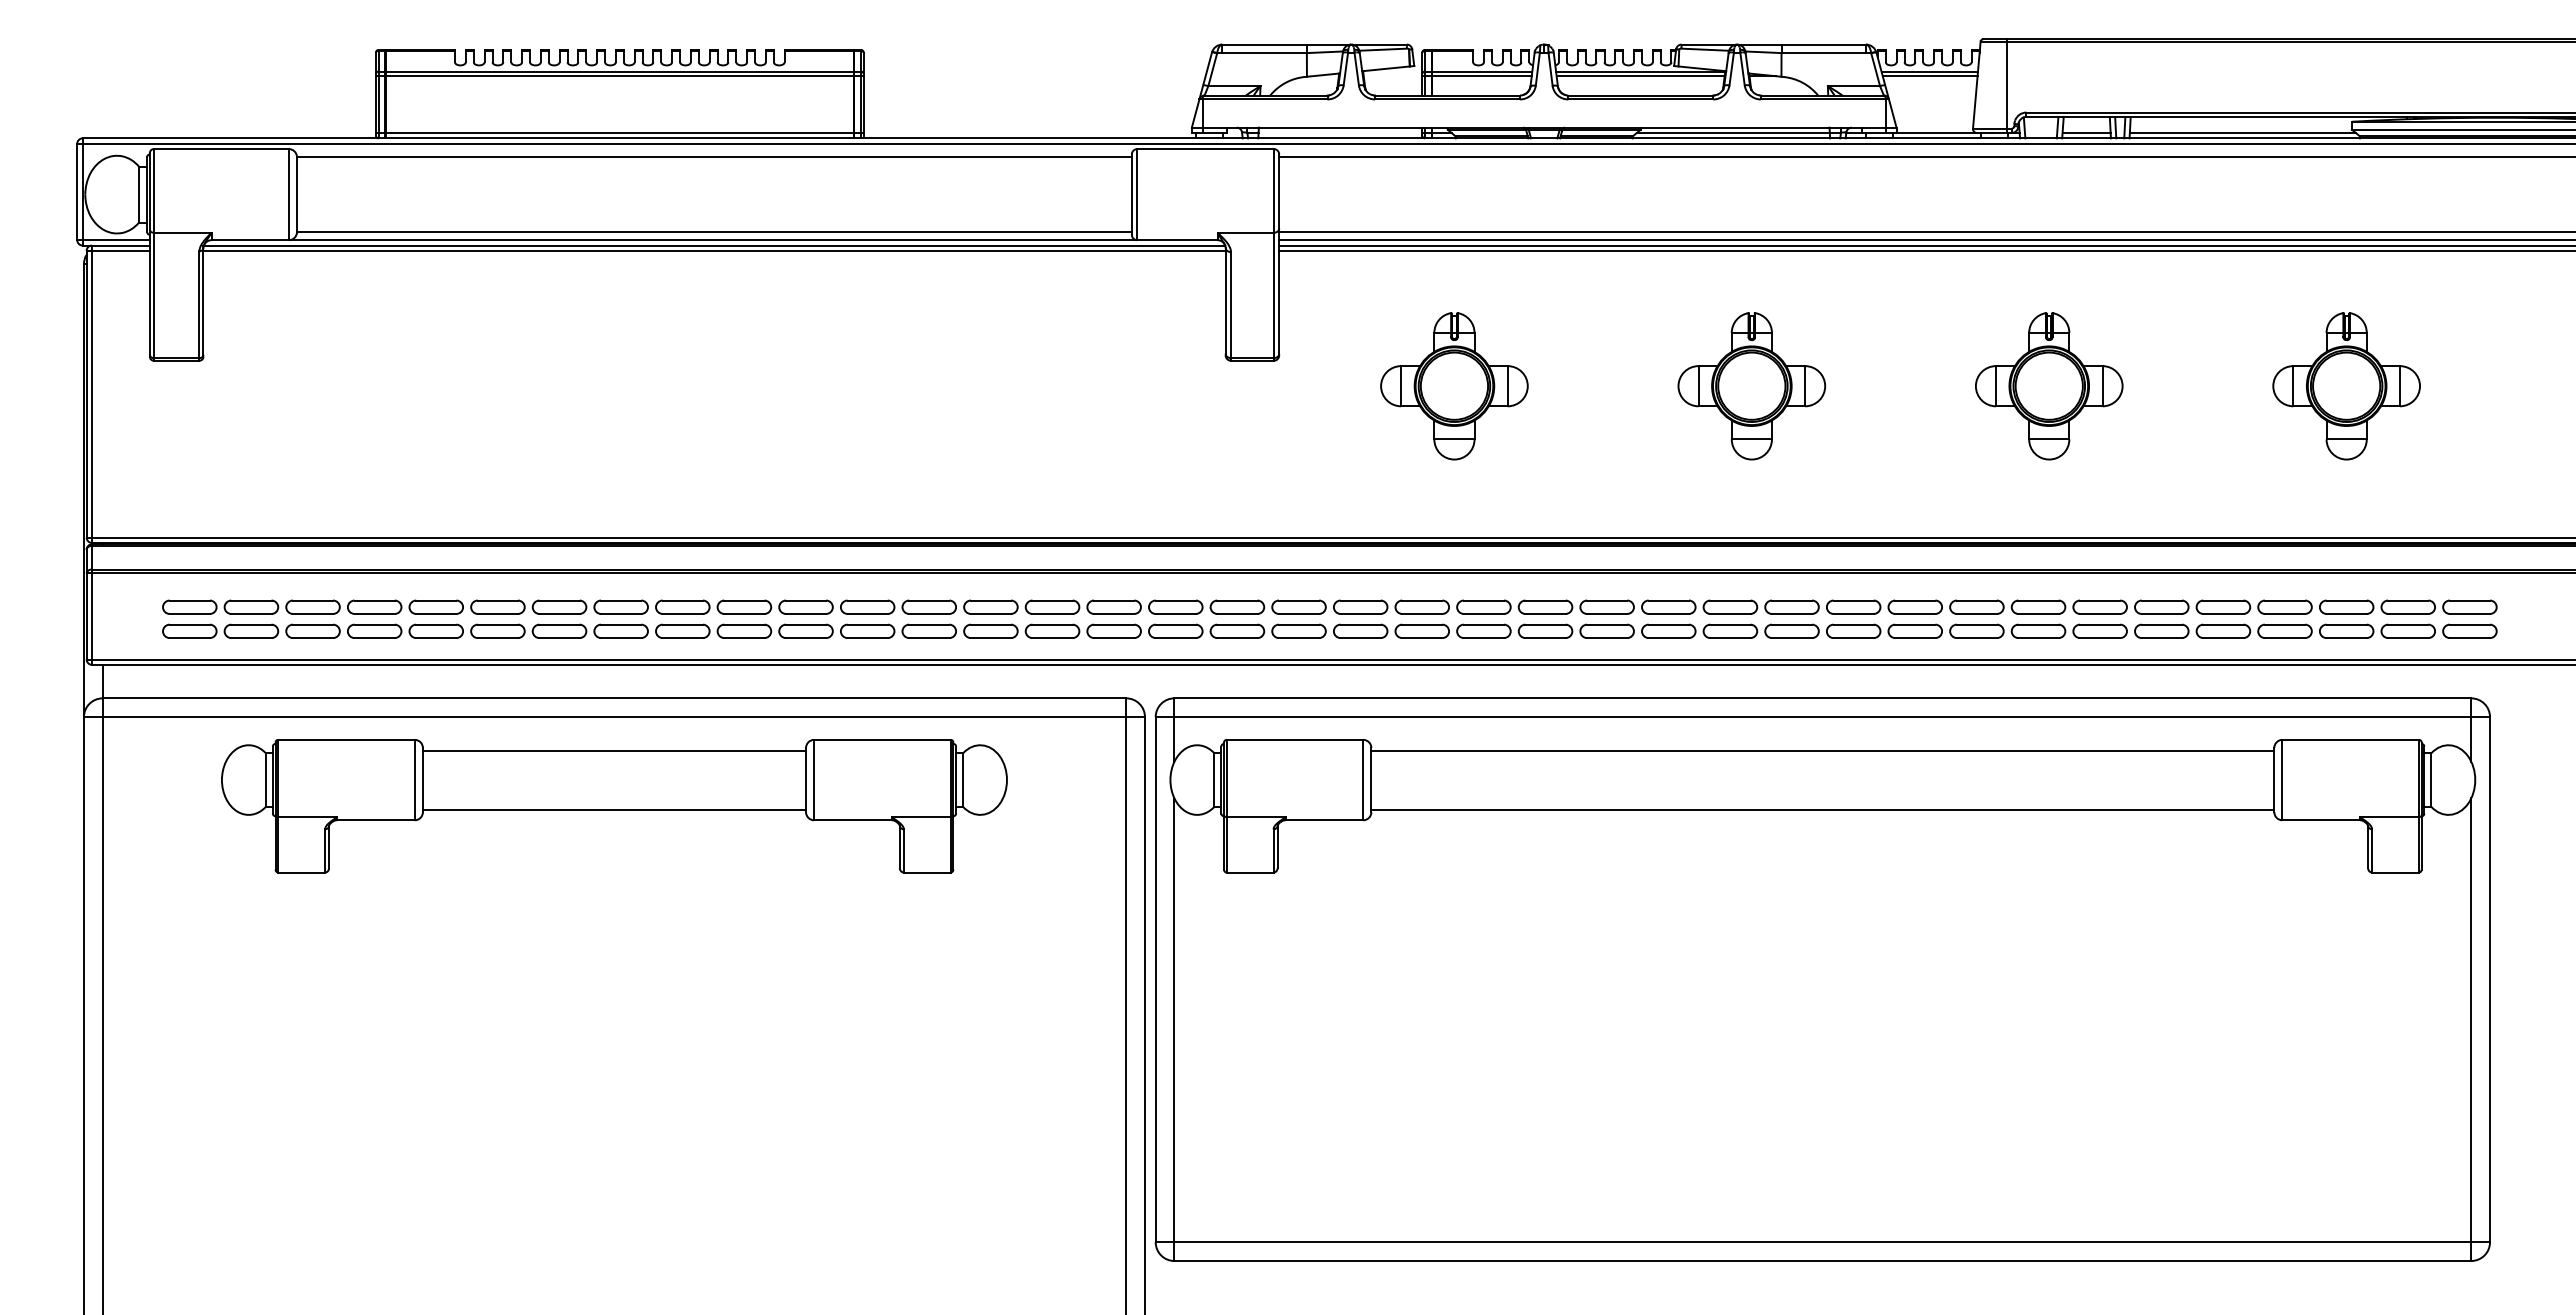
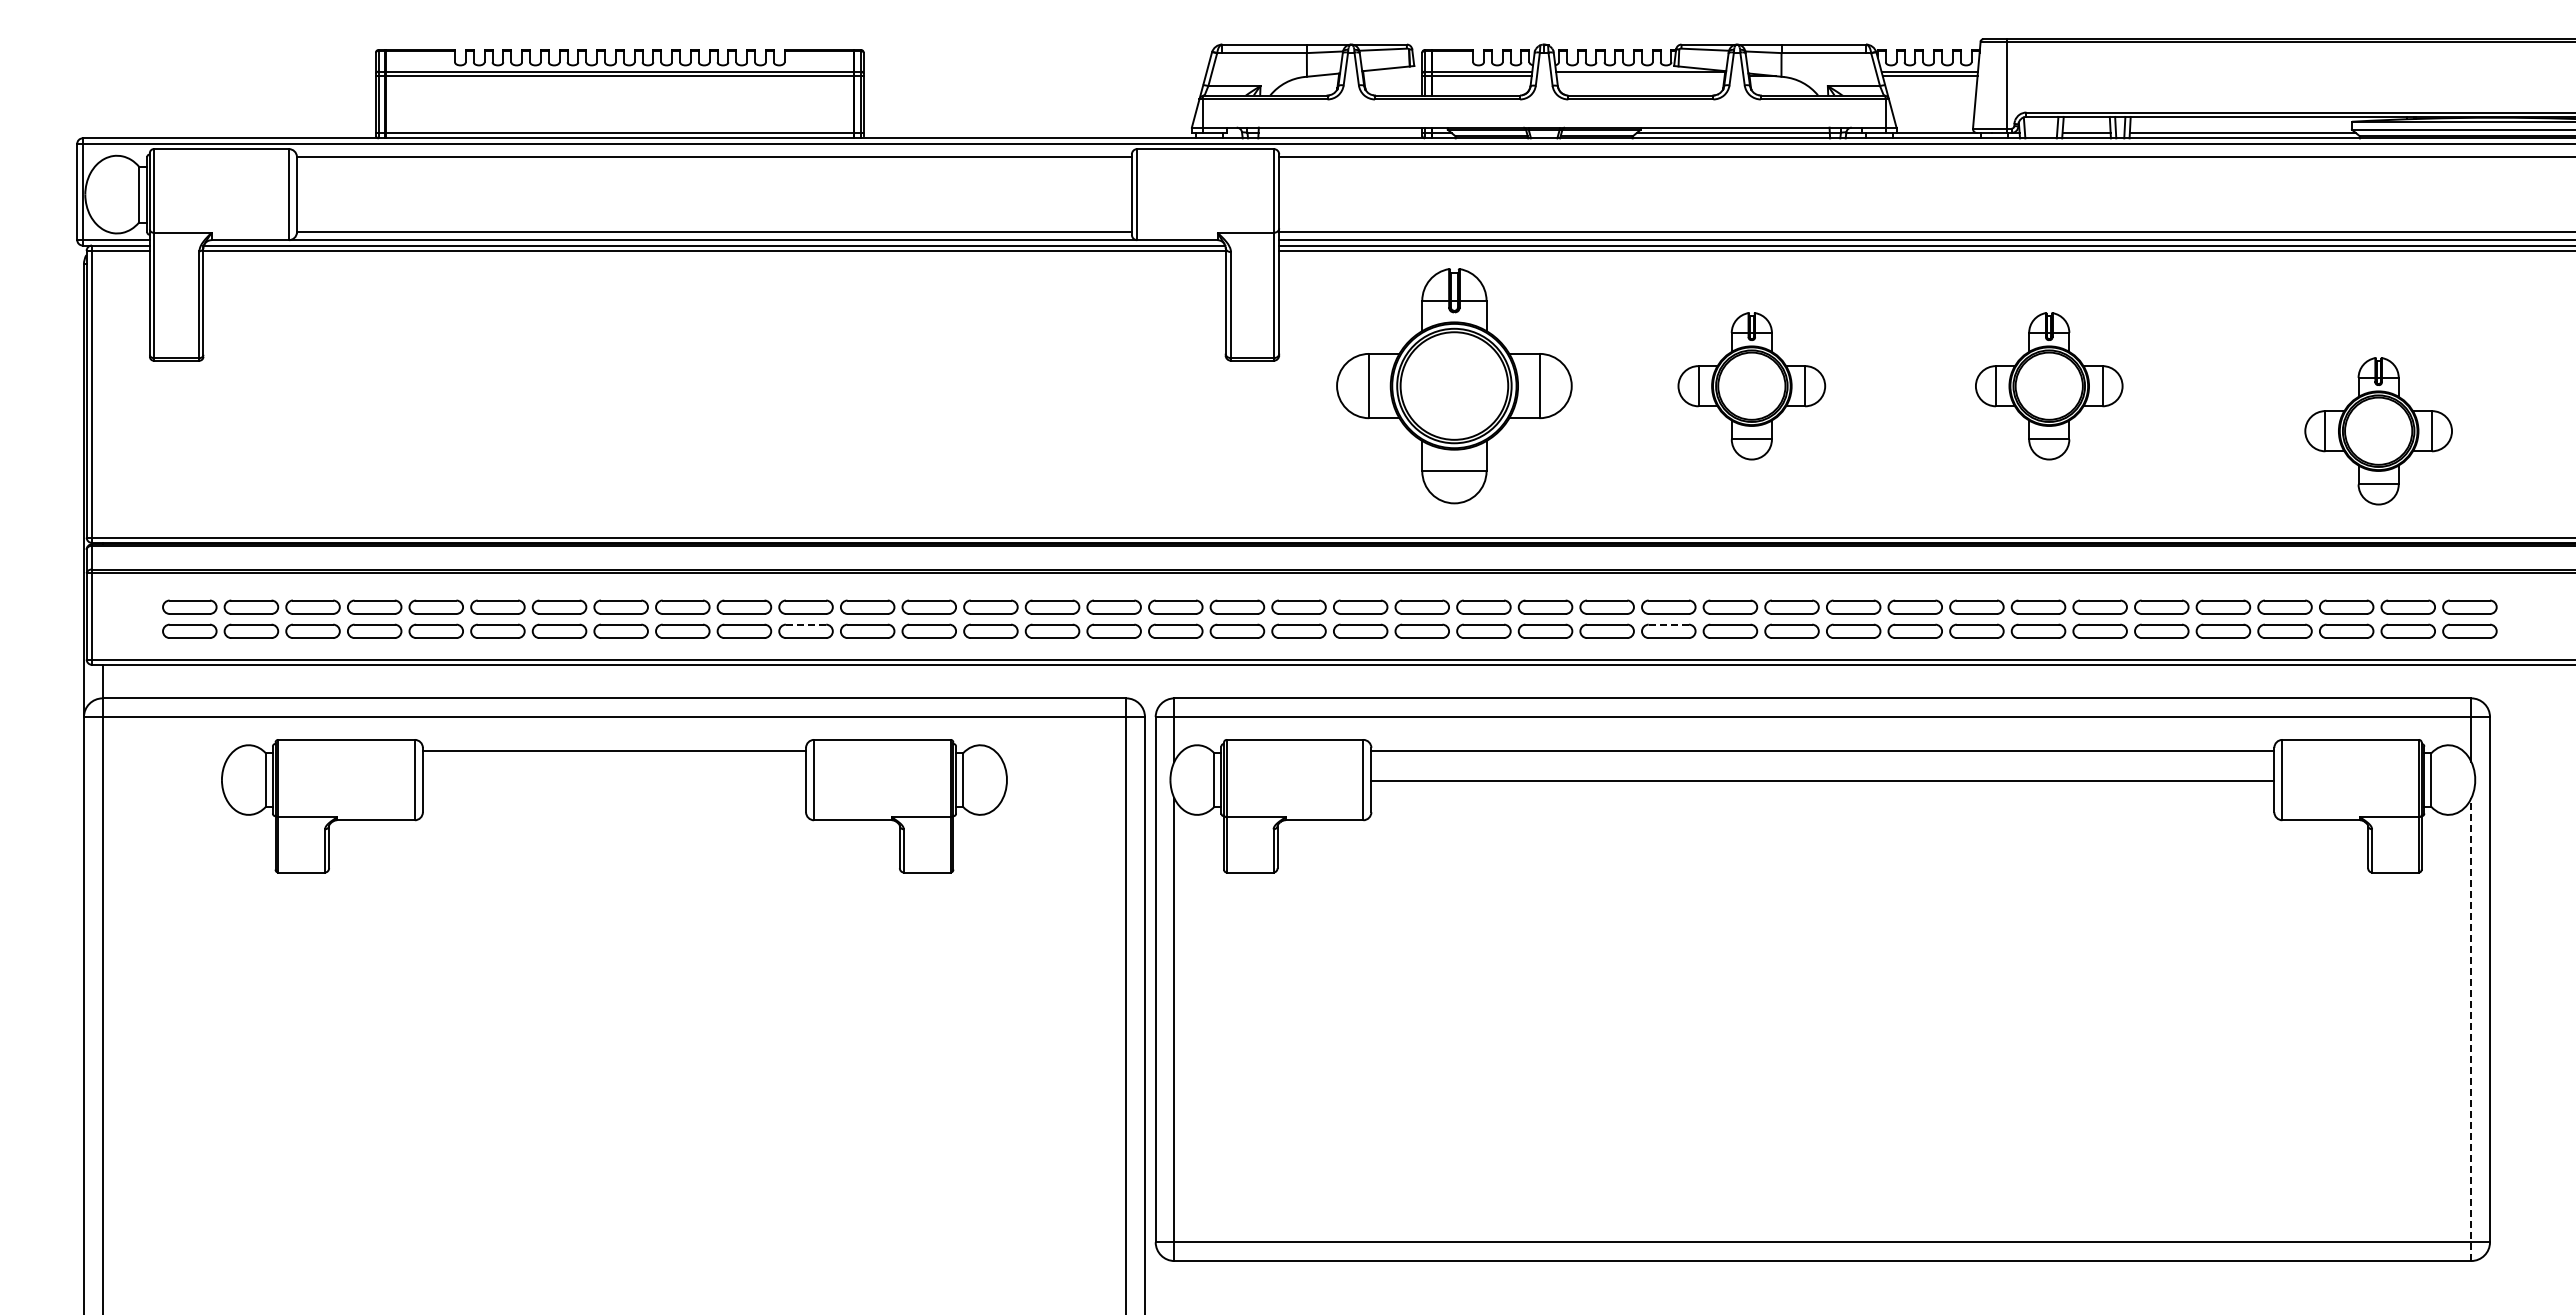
line at (1640, 76): present -> none
part at (1454, 386) size: 149x149 px -> 237x237 px
part at (2346, 386) position: (2346, 386) -> (2378, 431)
line at (805, 624): solid -> dashed
line at (1668, 624): solid -> dashed
line at (614, 809): present -> none
line at (1822, 809) position: (1822, 809) -> (1822, 780)
line at (2471, 1029): solid -> dashed
